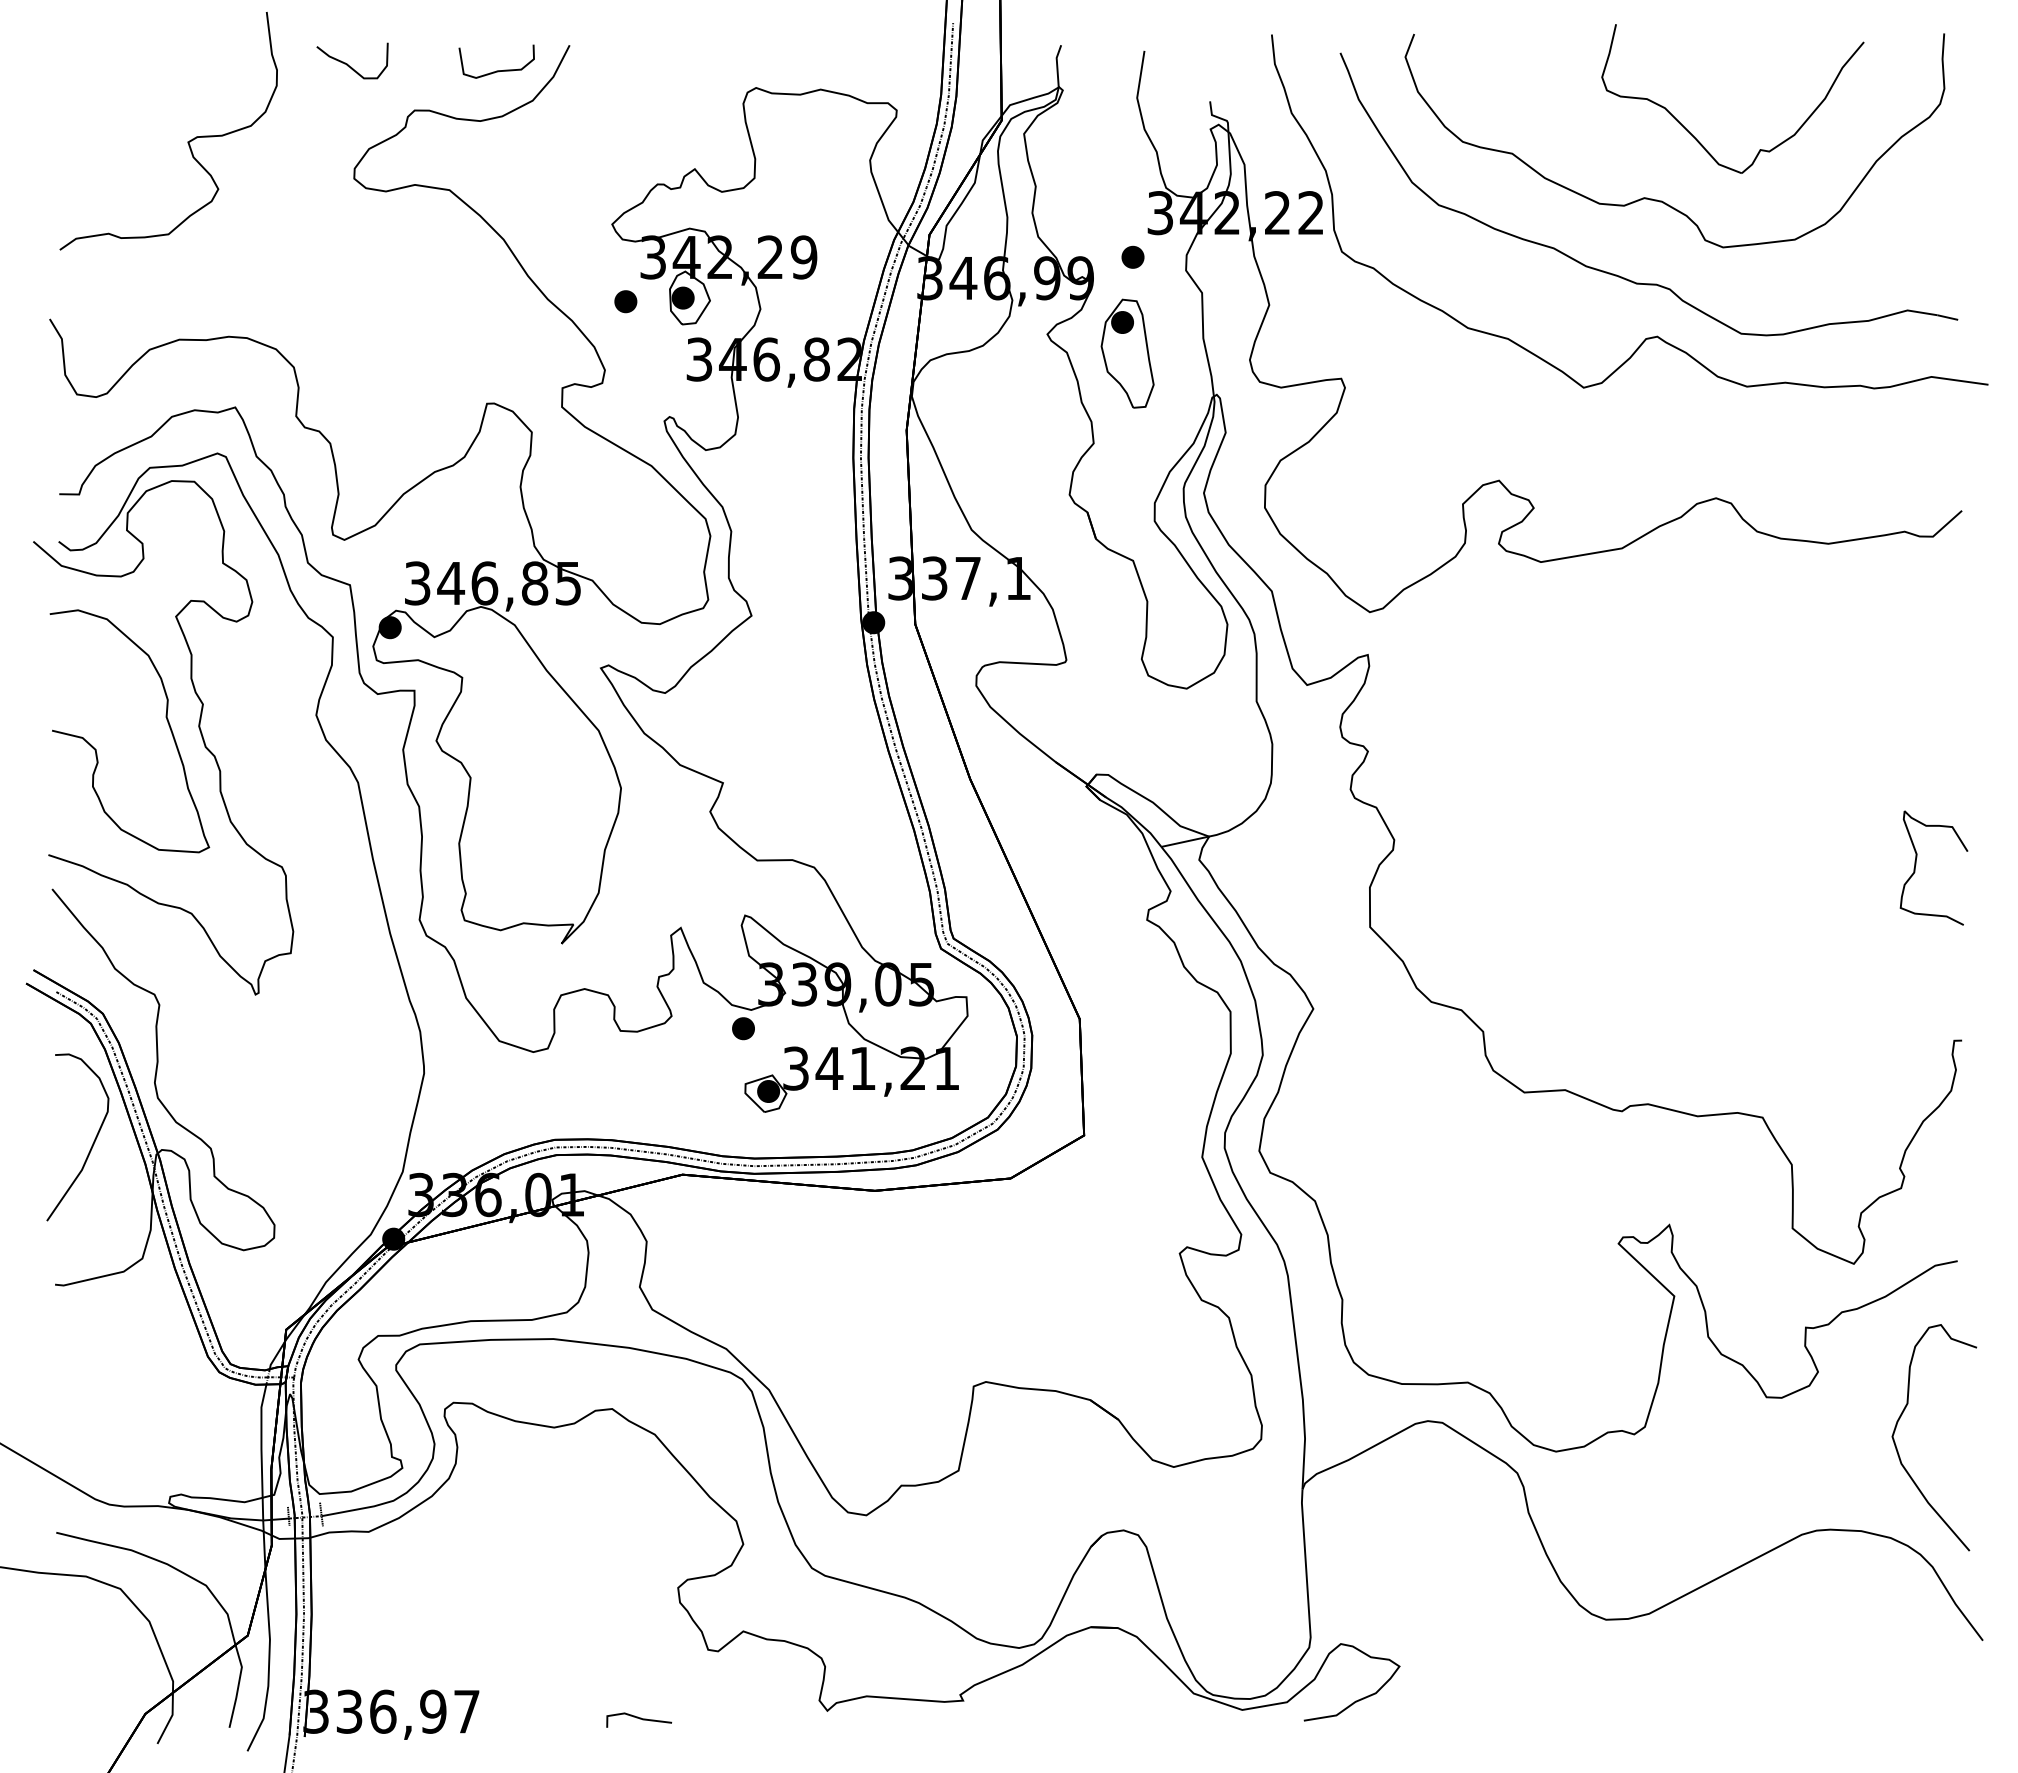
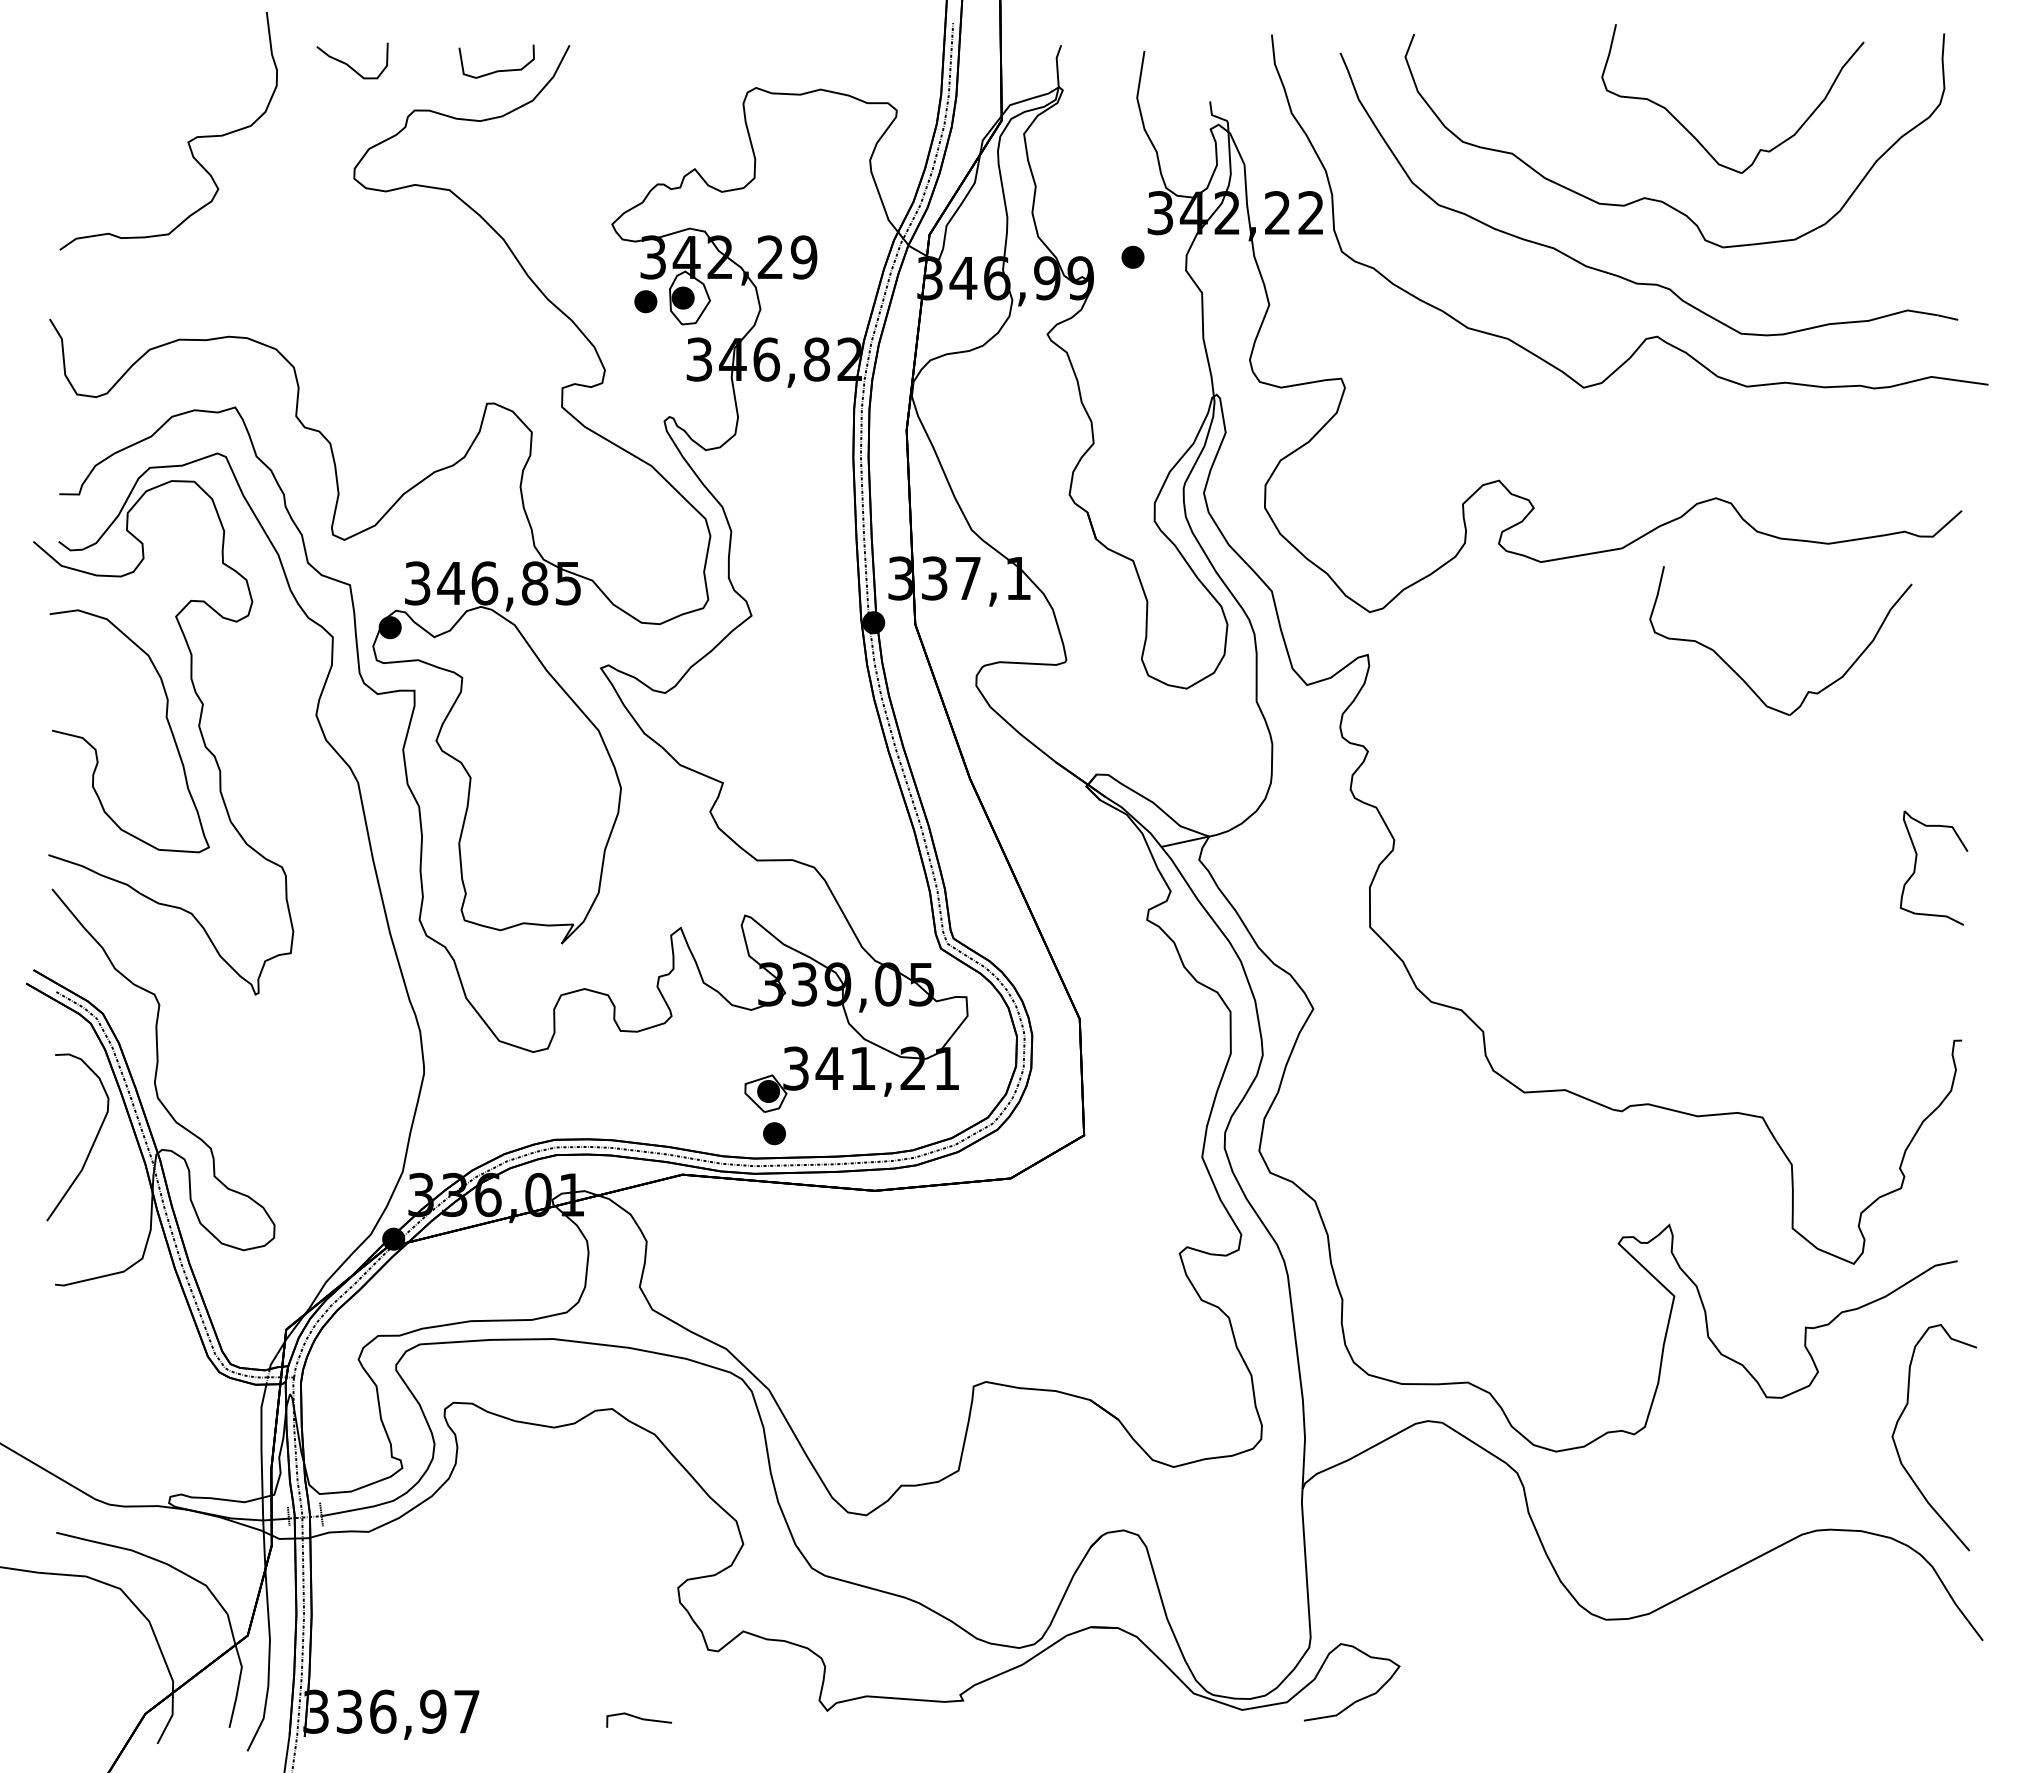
part at (625, 301) position: (625, 301) -> (645, 301)
part at (1127, 353): present -> none
part at (1742, 678): none -> present
part at (743, 1028) position: (743, 1028) -> (774, 1133)
